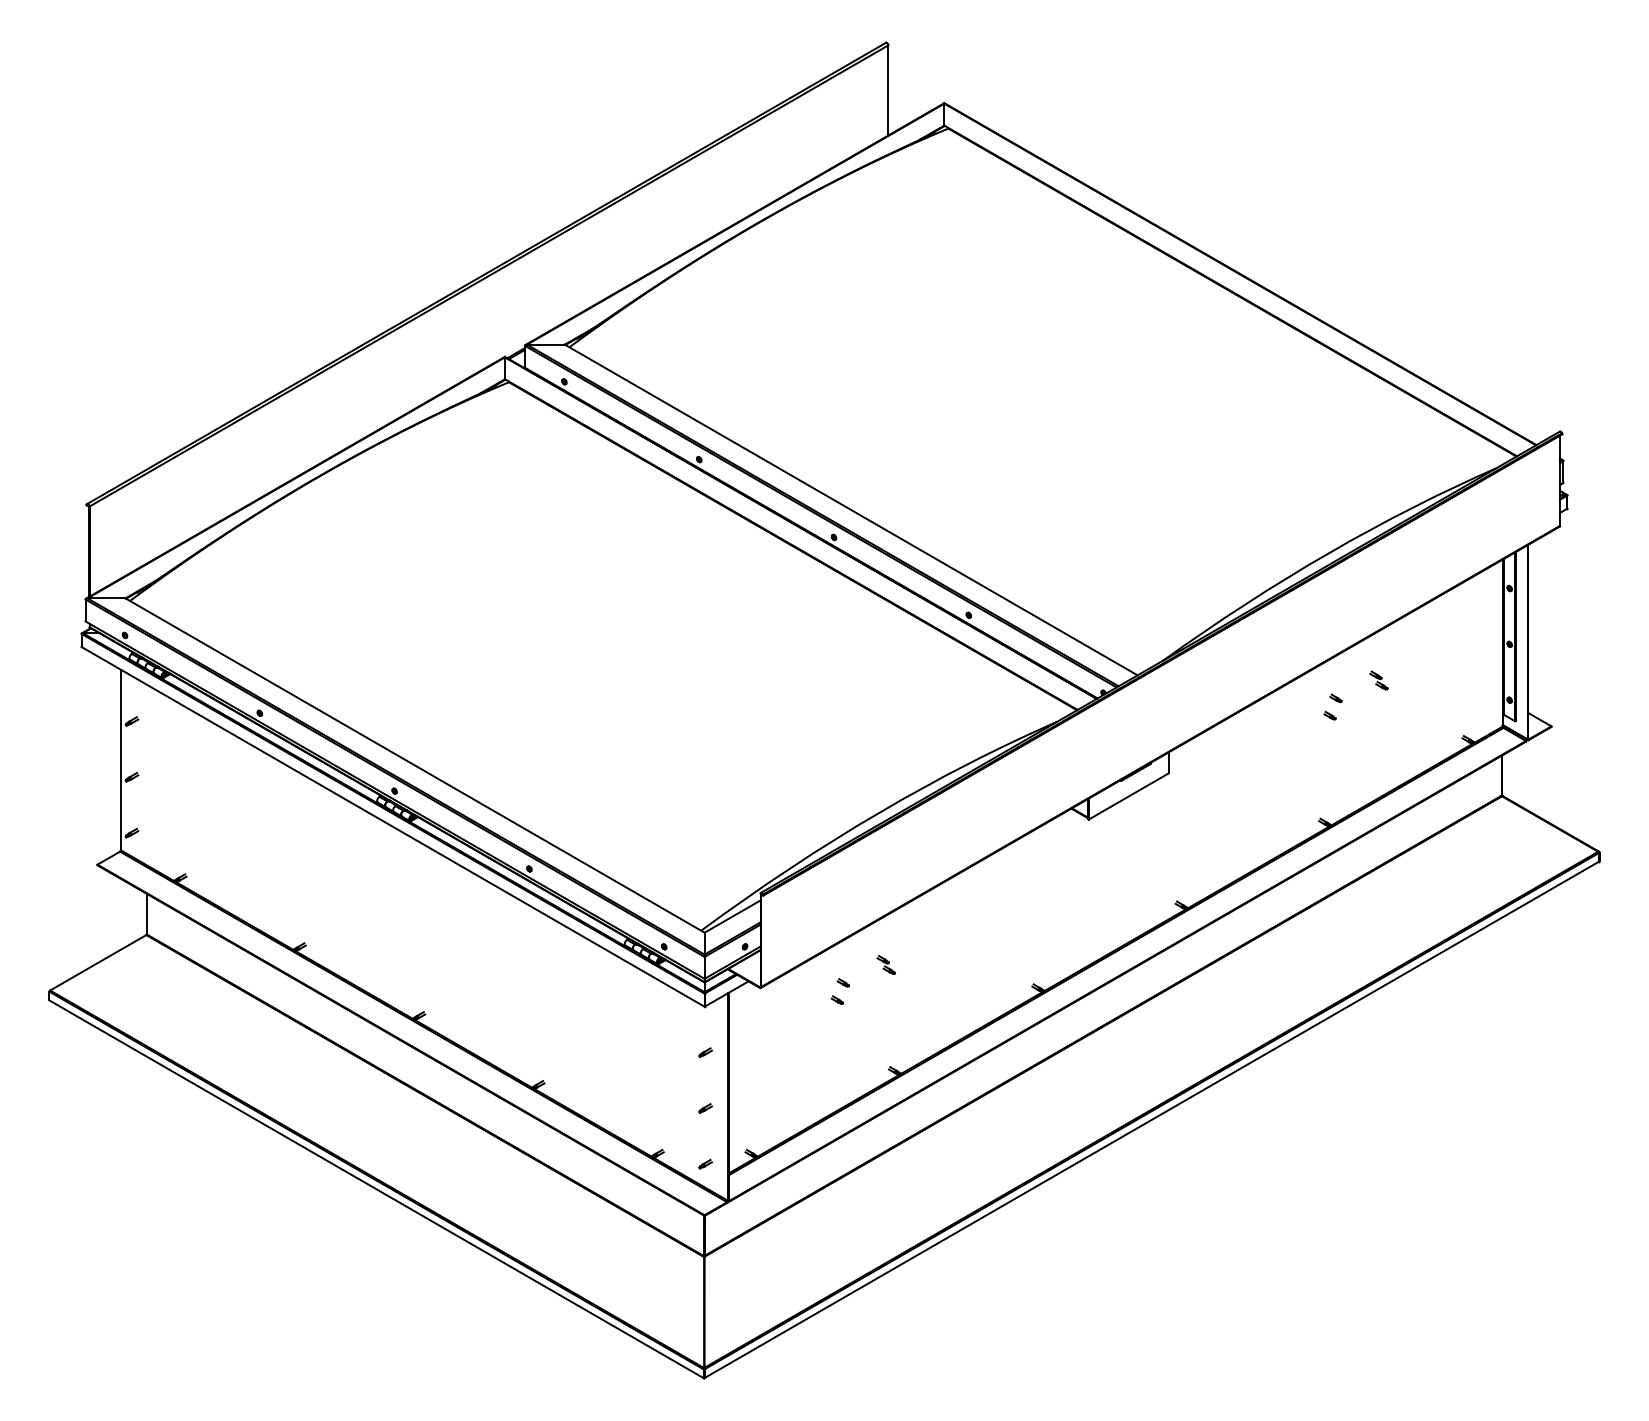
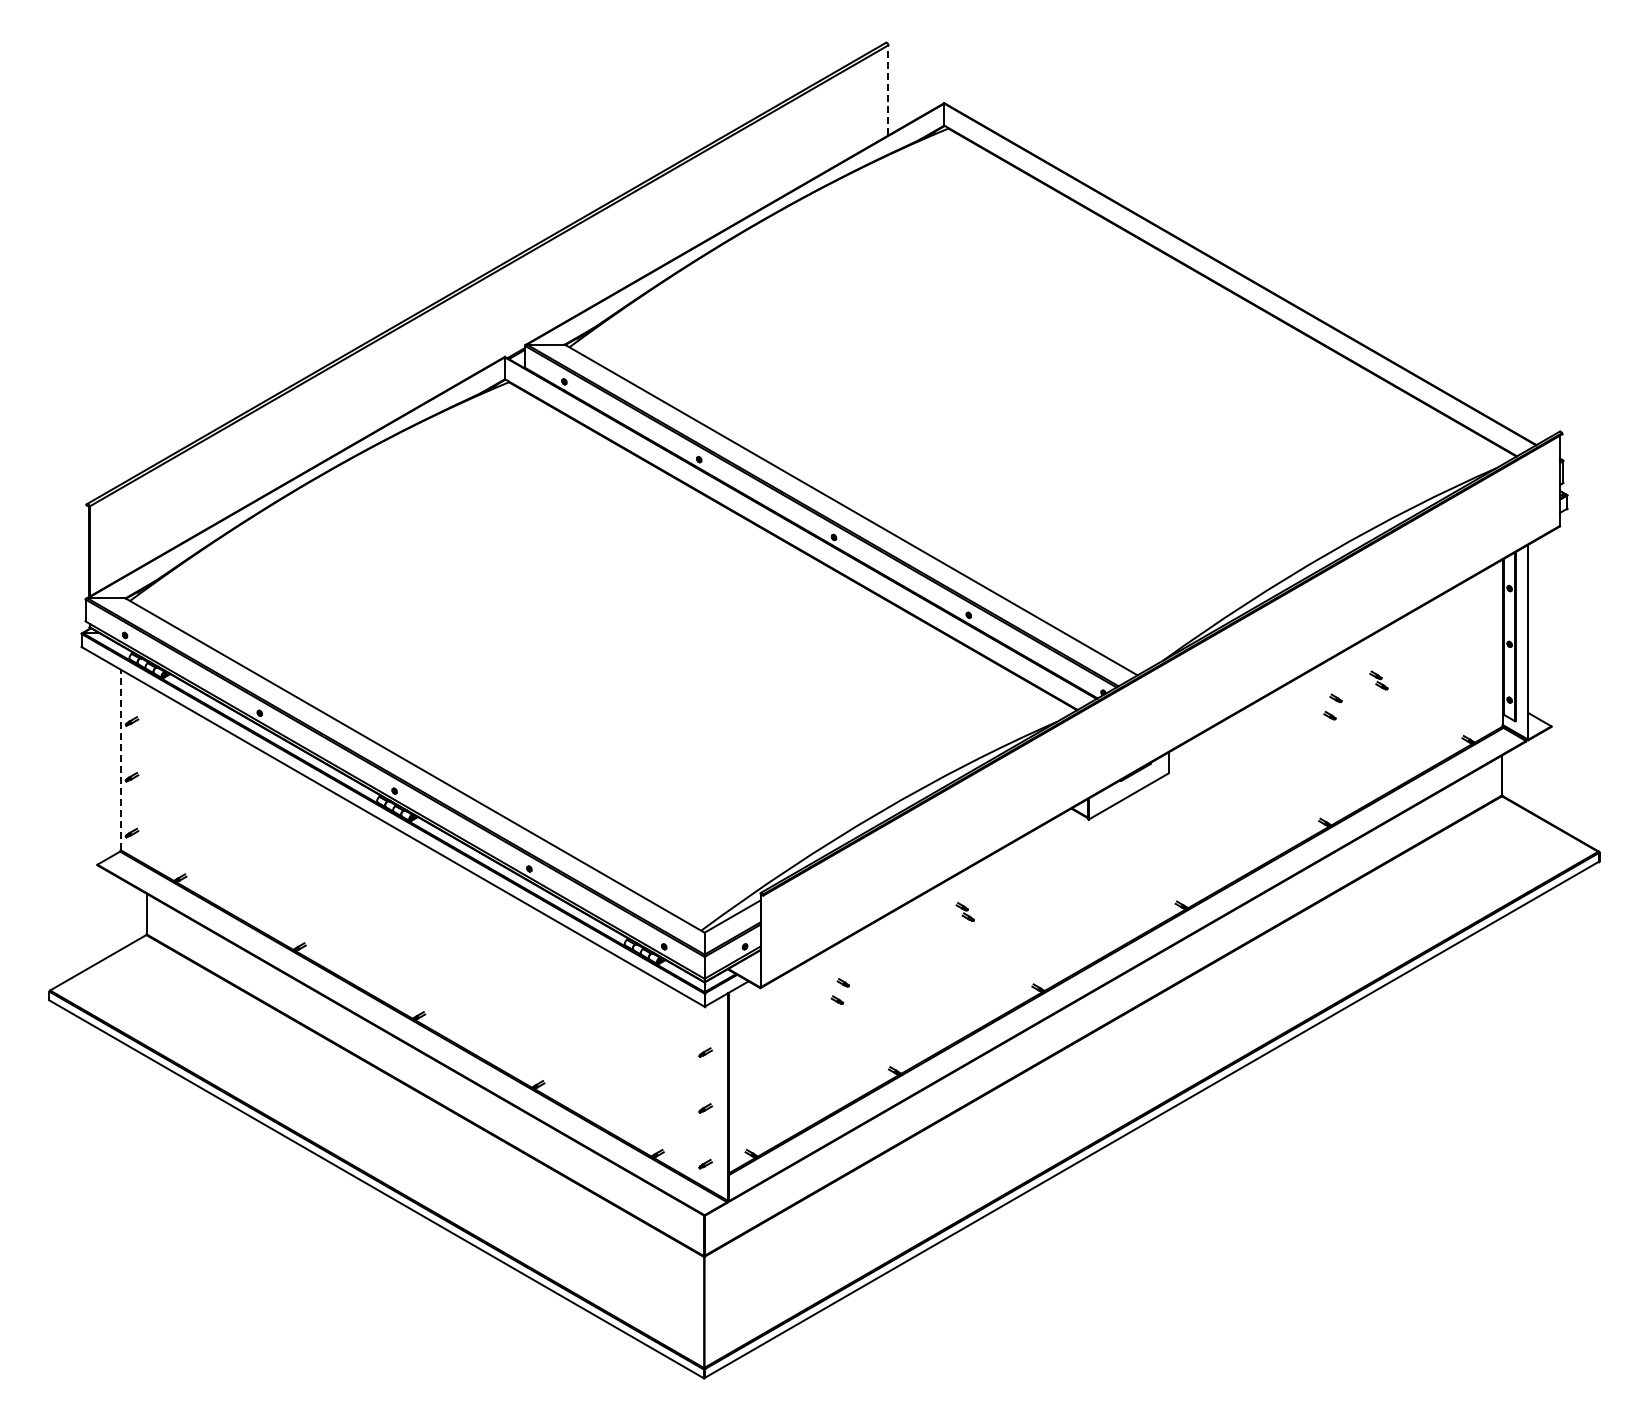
line at (888, 89): solid -> dashed
line at (120, 759): solid -> dashed
part at (885, 964) position: (885, 964) -> (964, 911)
